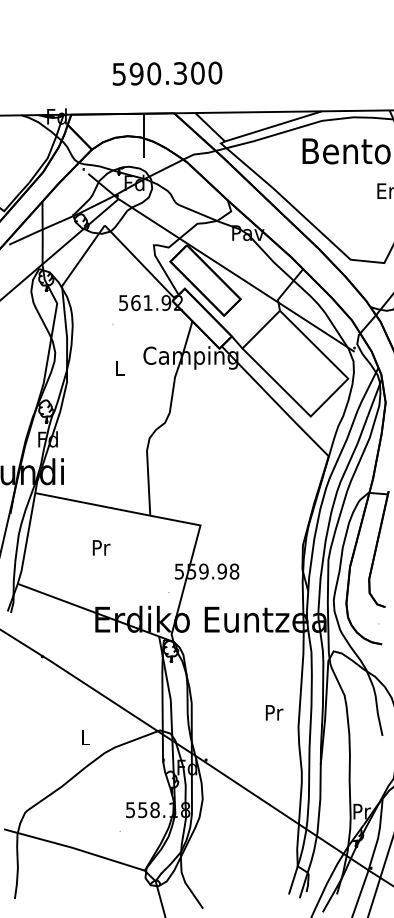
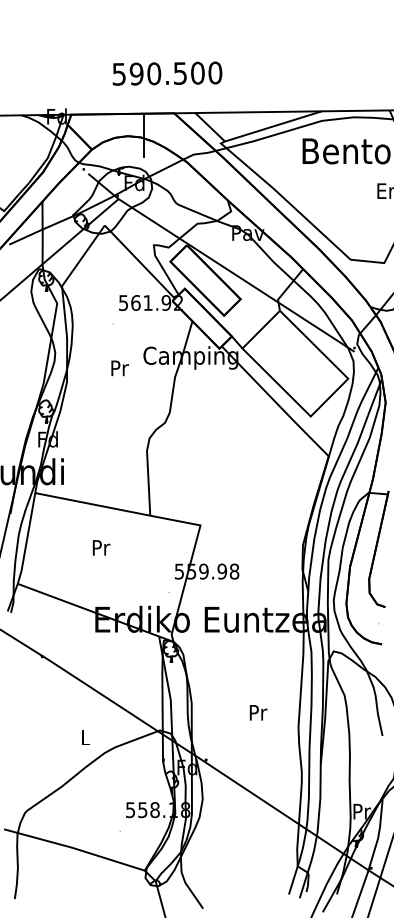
text at (180, 73): 590.300 -> 590.500
text at (119, 368): L -> Pr
text at (274, 712) position: (274, 712) -> (258, 712)
